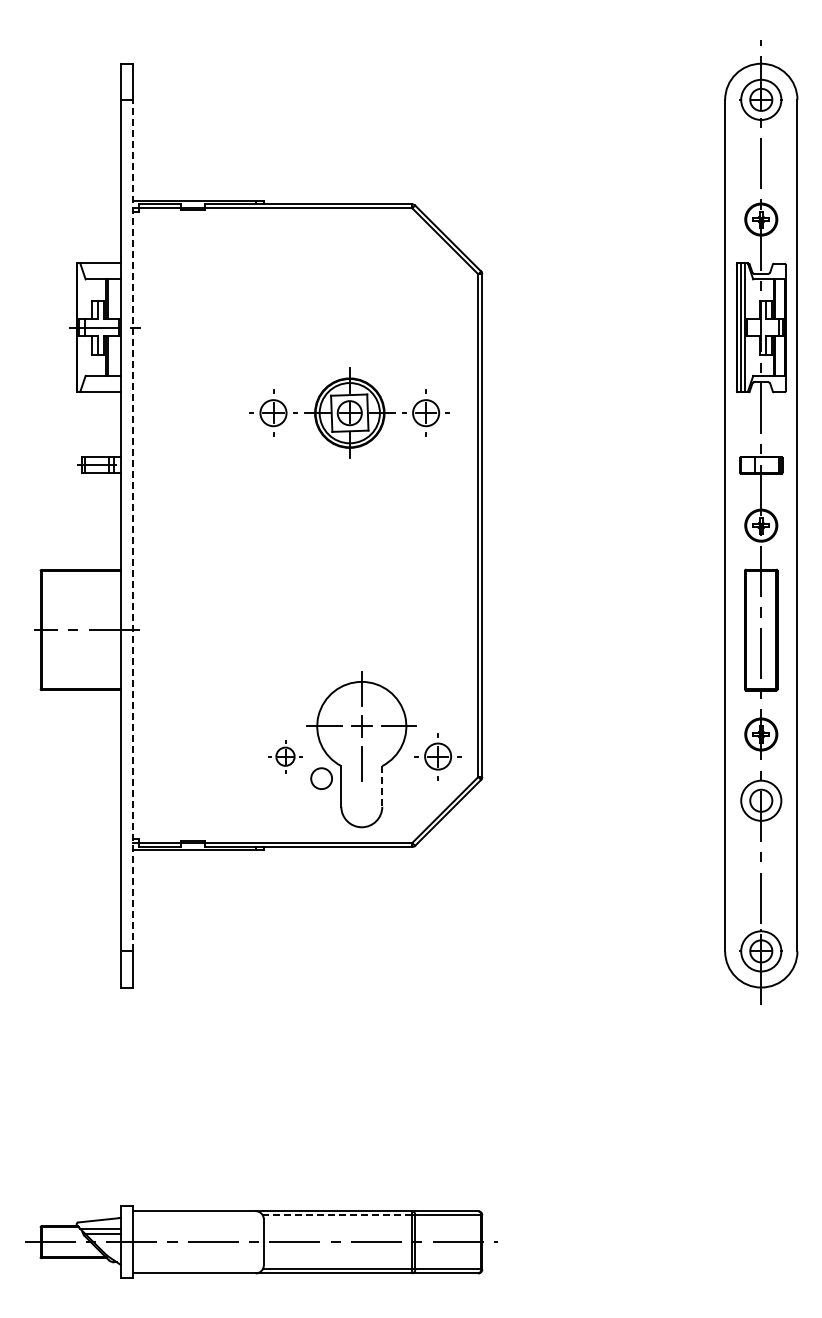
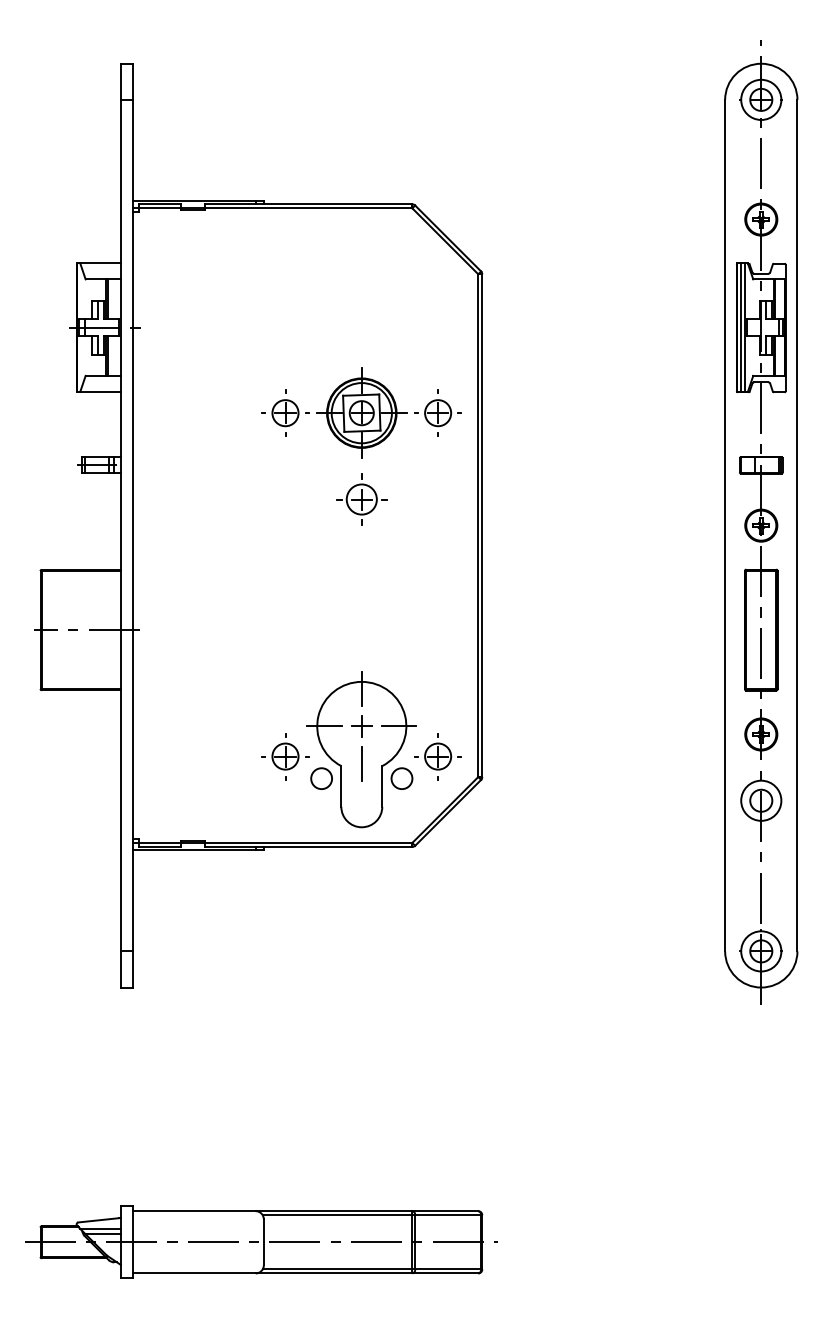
part at (349, 412) position: (349, 412) -> (361, 412)
part at (361, 499): none -> present
line at (132, 525): dashed -> solid
part at (285, 756) size: 35x34 px -> 49x48 px
circle at (401, 778): none -> present
line at (382, 786): dashed -> solid
line at (337, 1215): dashed -> solid
